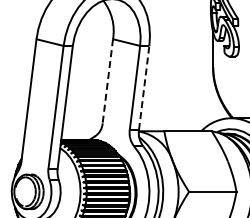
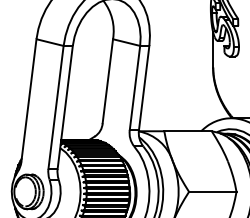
line at (107, 81): dashed -> solid
line at (144, 87): dashed -> solid
